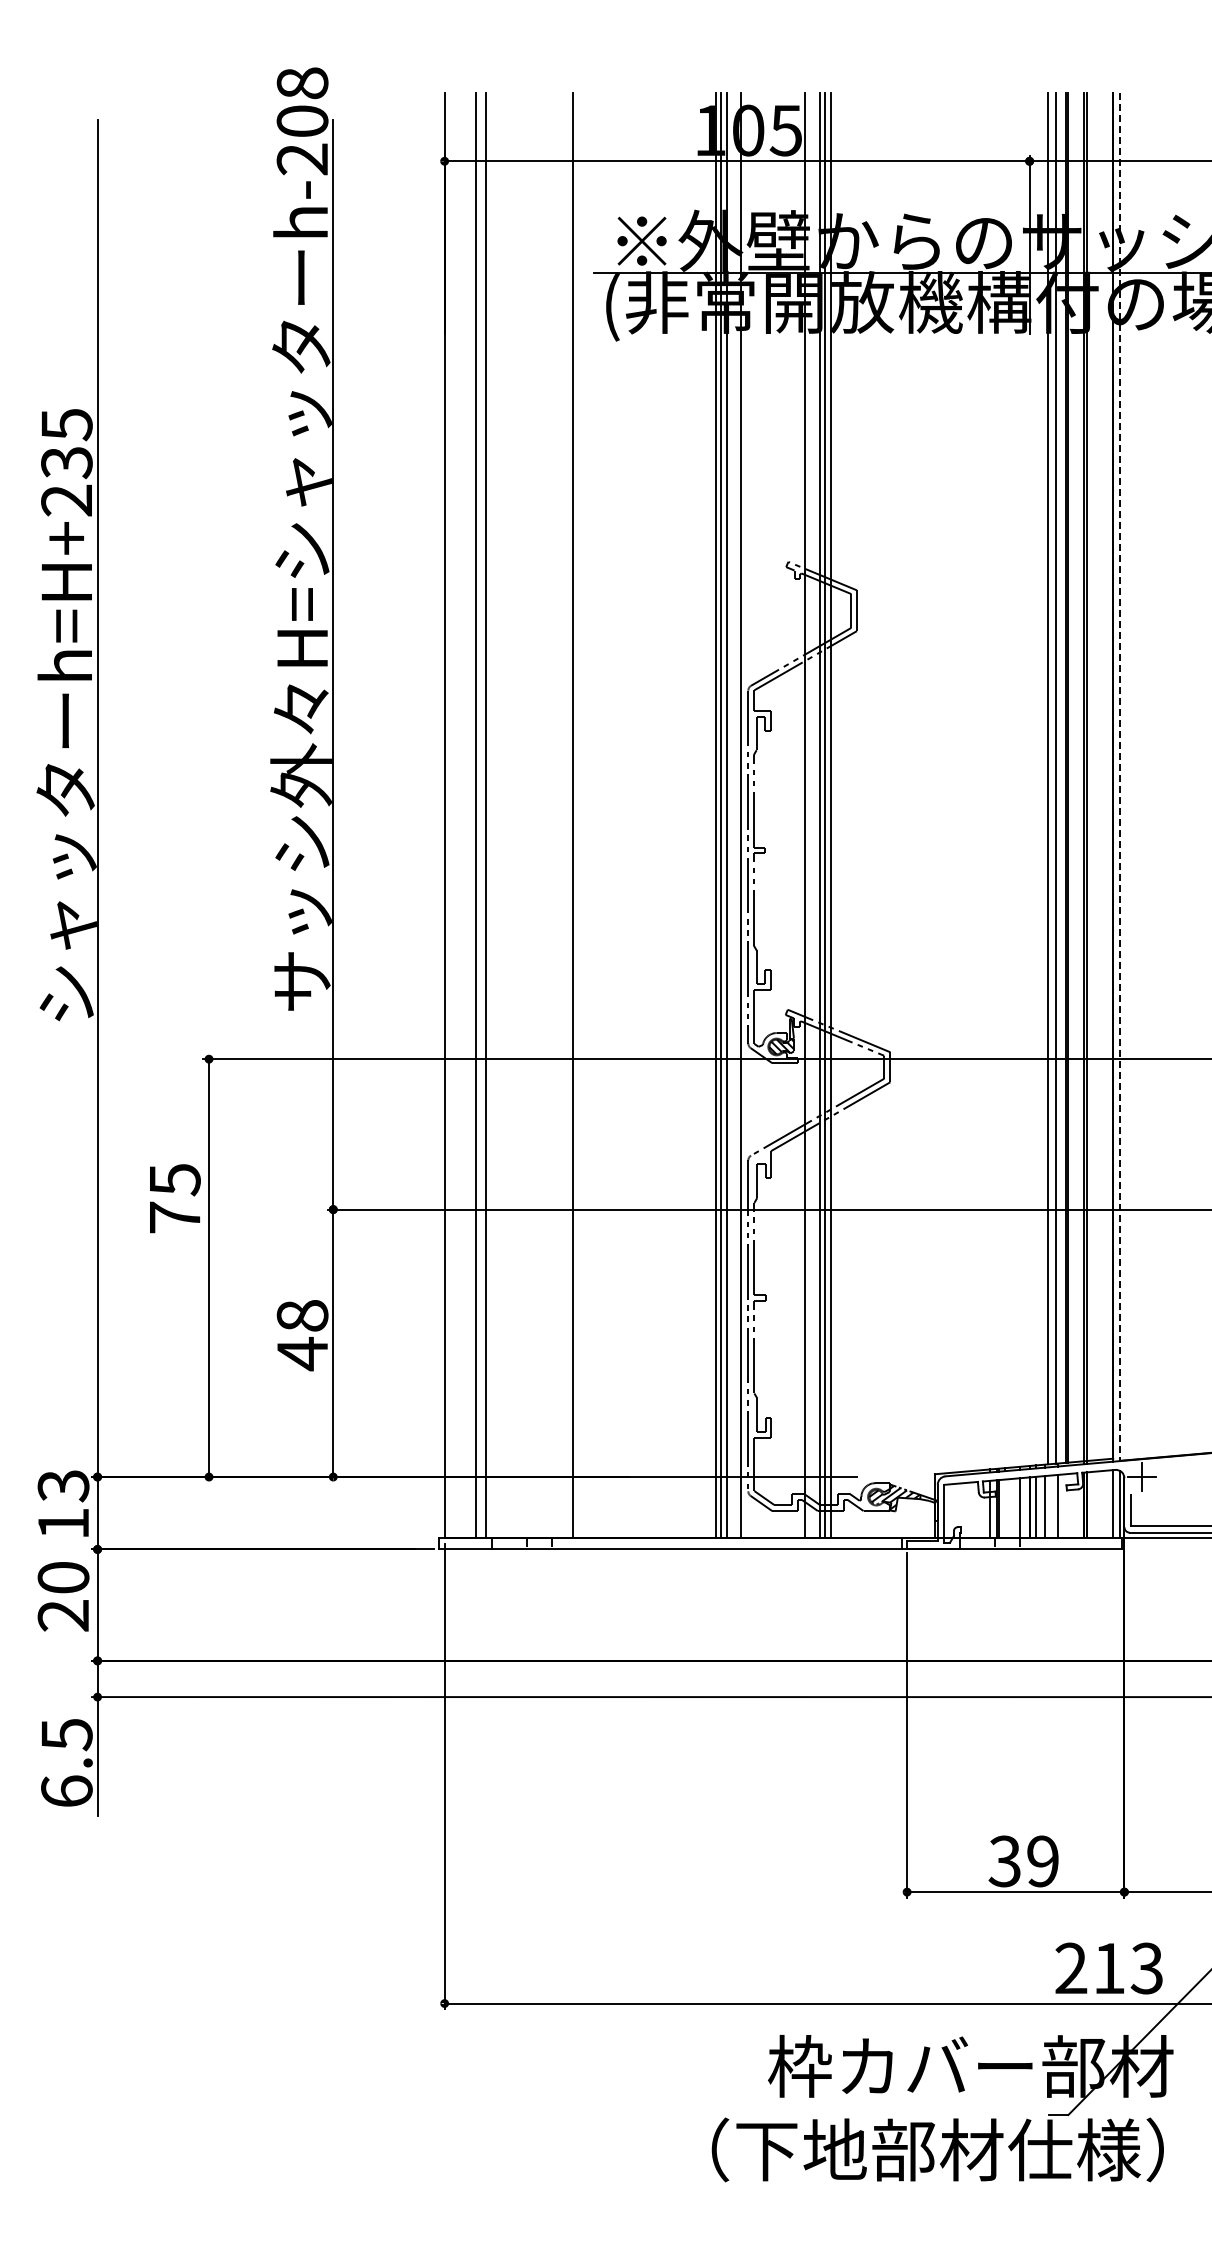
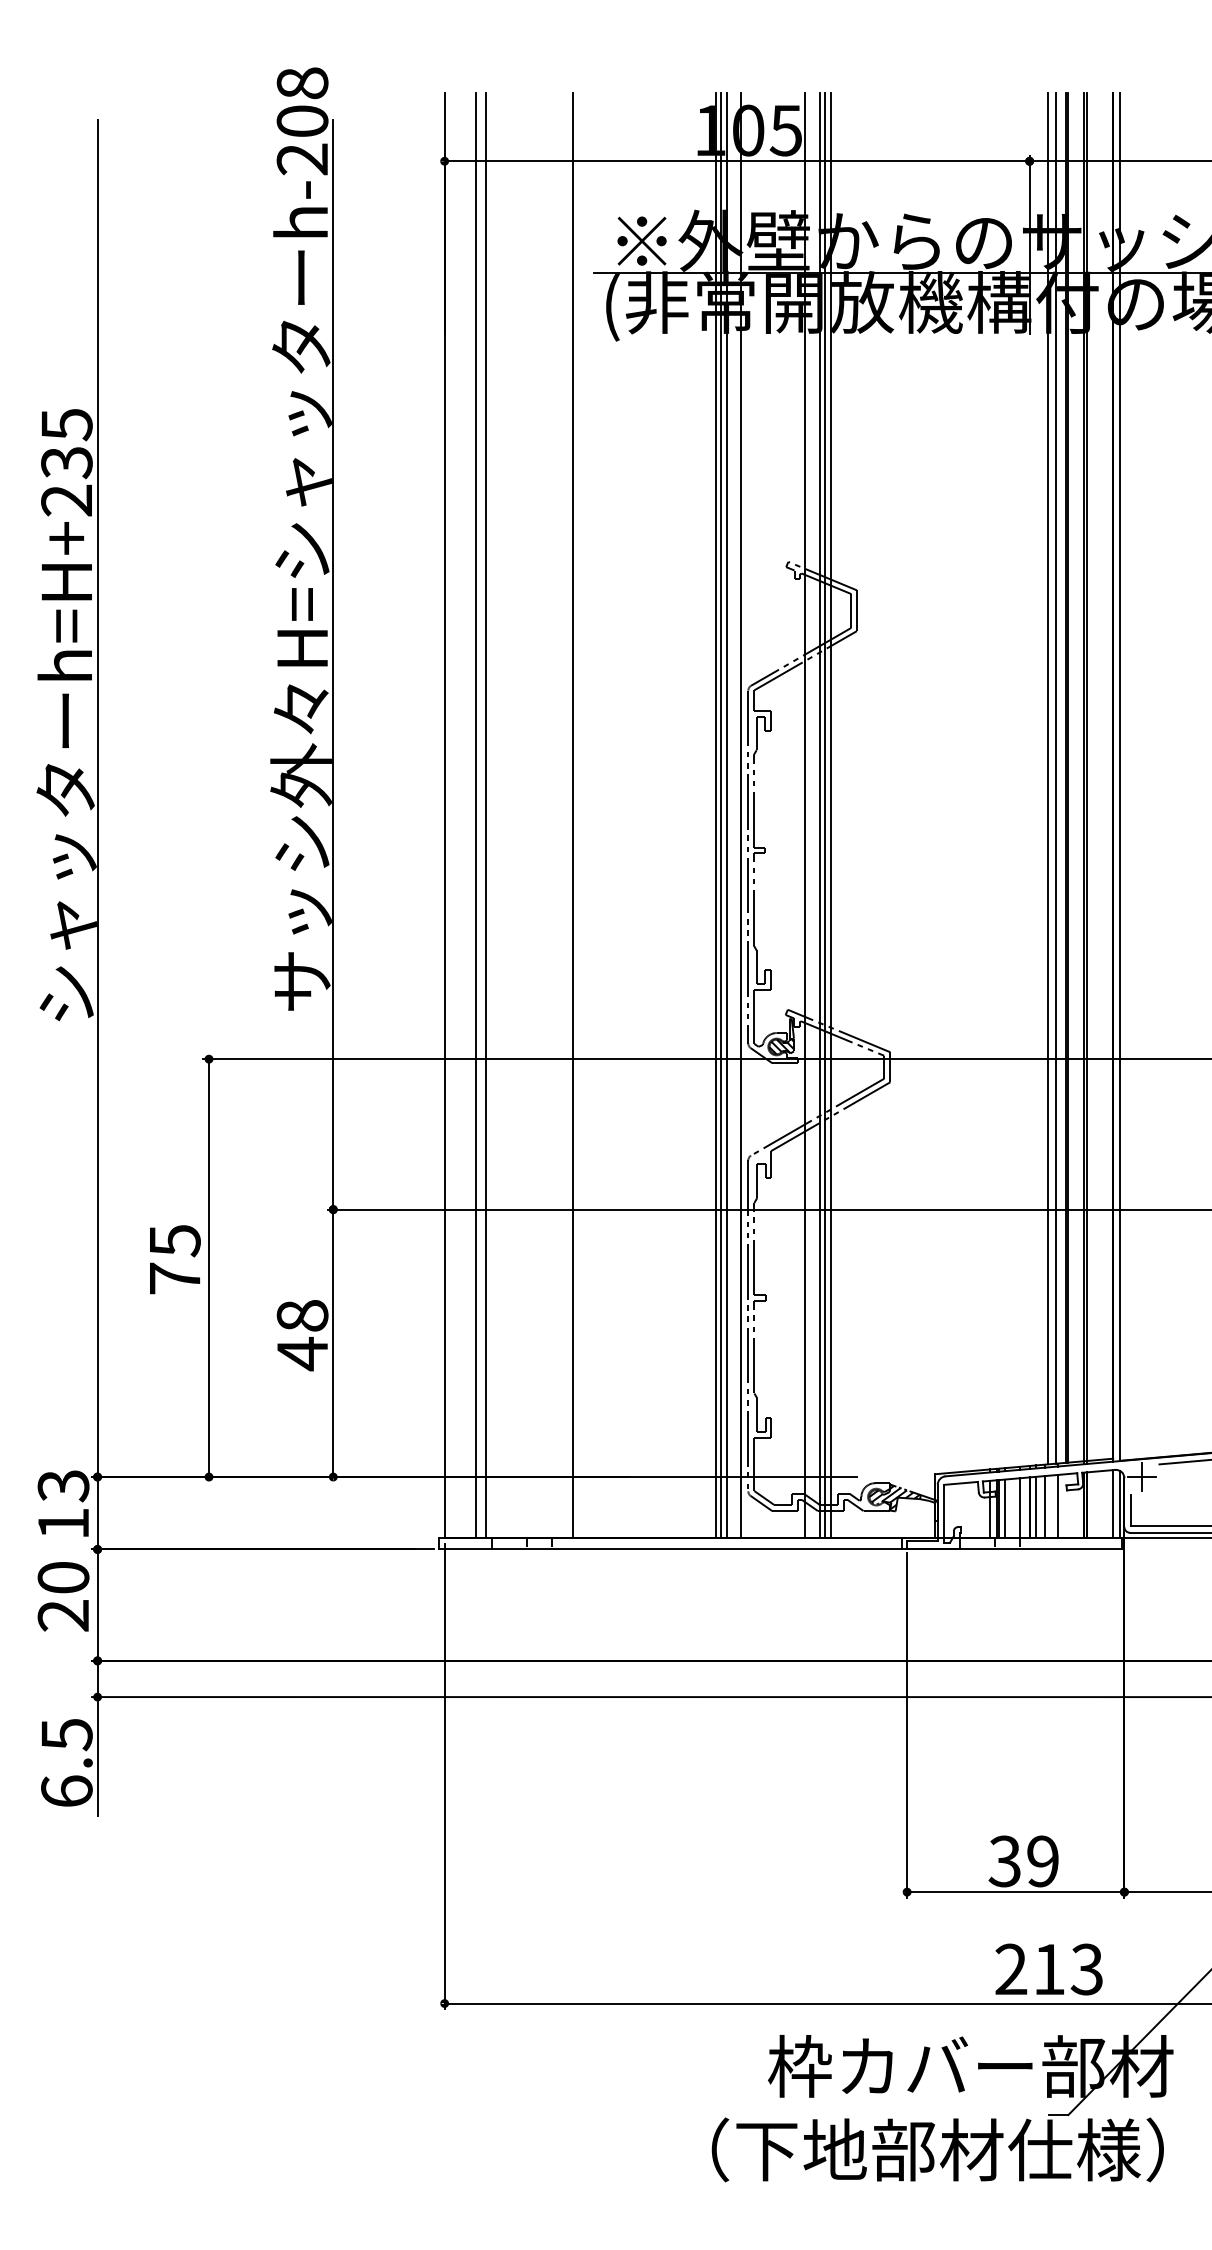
line at (1119, 777): dashed -> solid
text at (175, 1198) position: (175, 1198) -> (175, 1259)
line at (1183, 1462): none -> present
line at (1004, 1508): none -> present
text at (1108, 1968) position: (1108, 1968) -> (1048, 1969)
